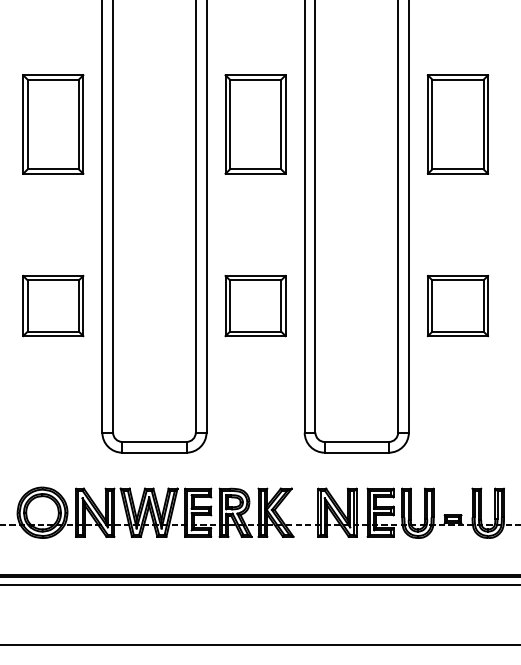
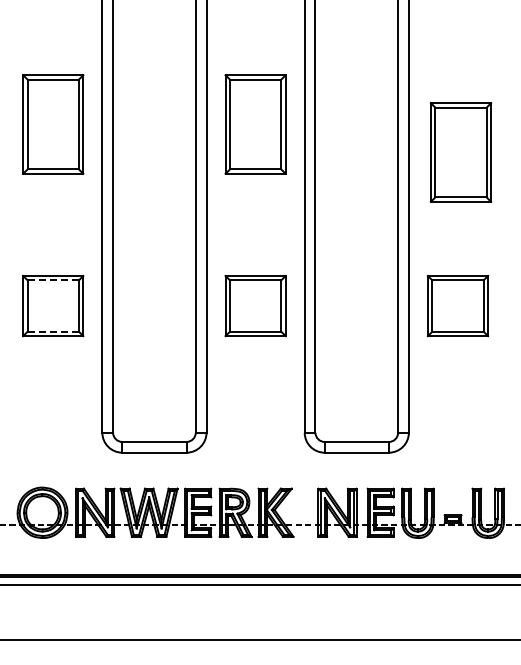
part at (457, 124) position: (457, 124) -> (460, 152)
line at (53, 280): solid -> dashed
line at (53, 331): solid -> dashed
line at (259, 645) position: (259, 645) -> (259, 640)
